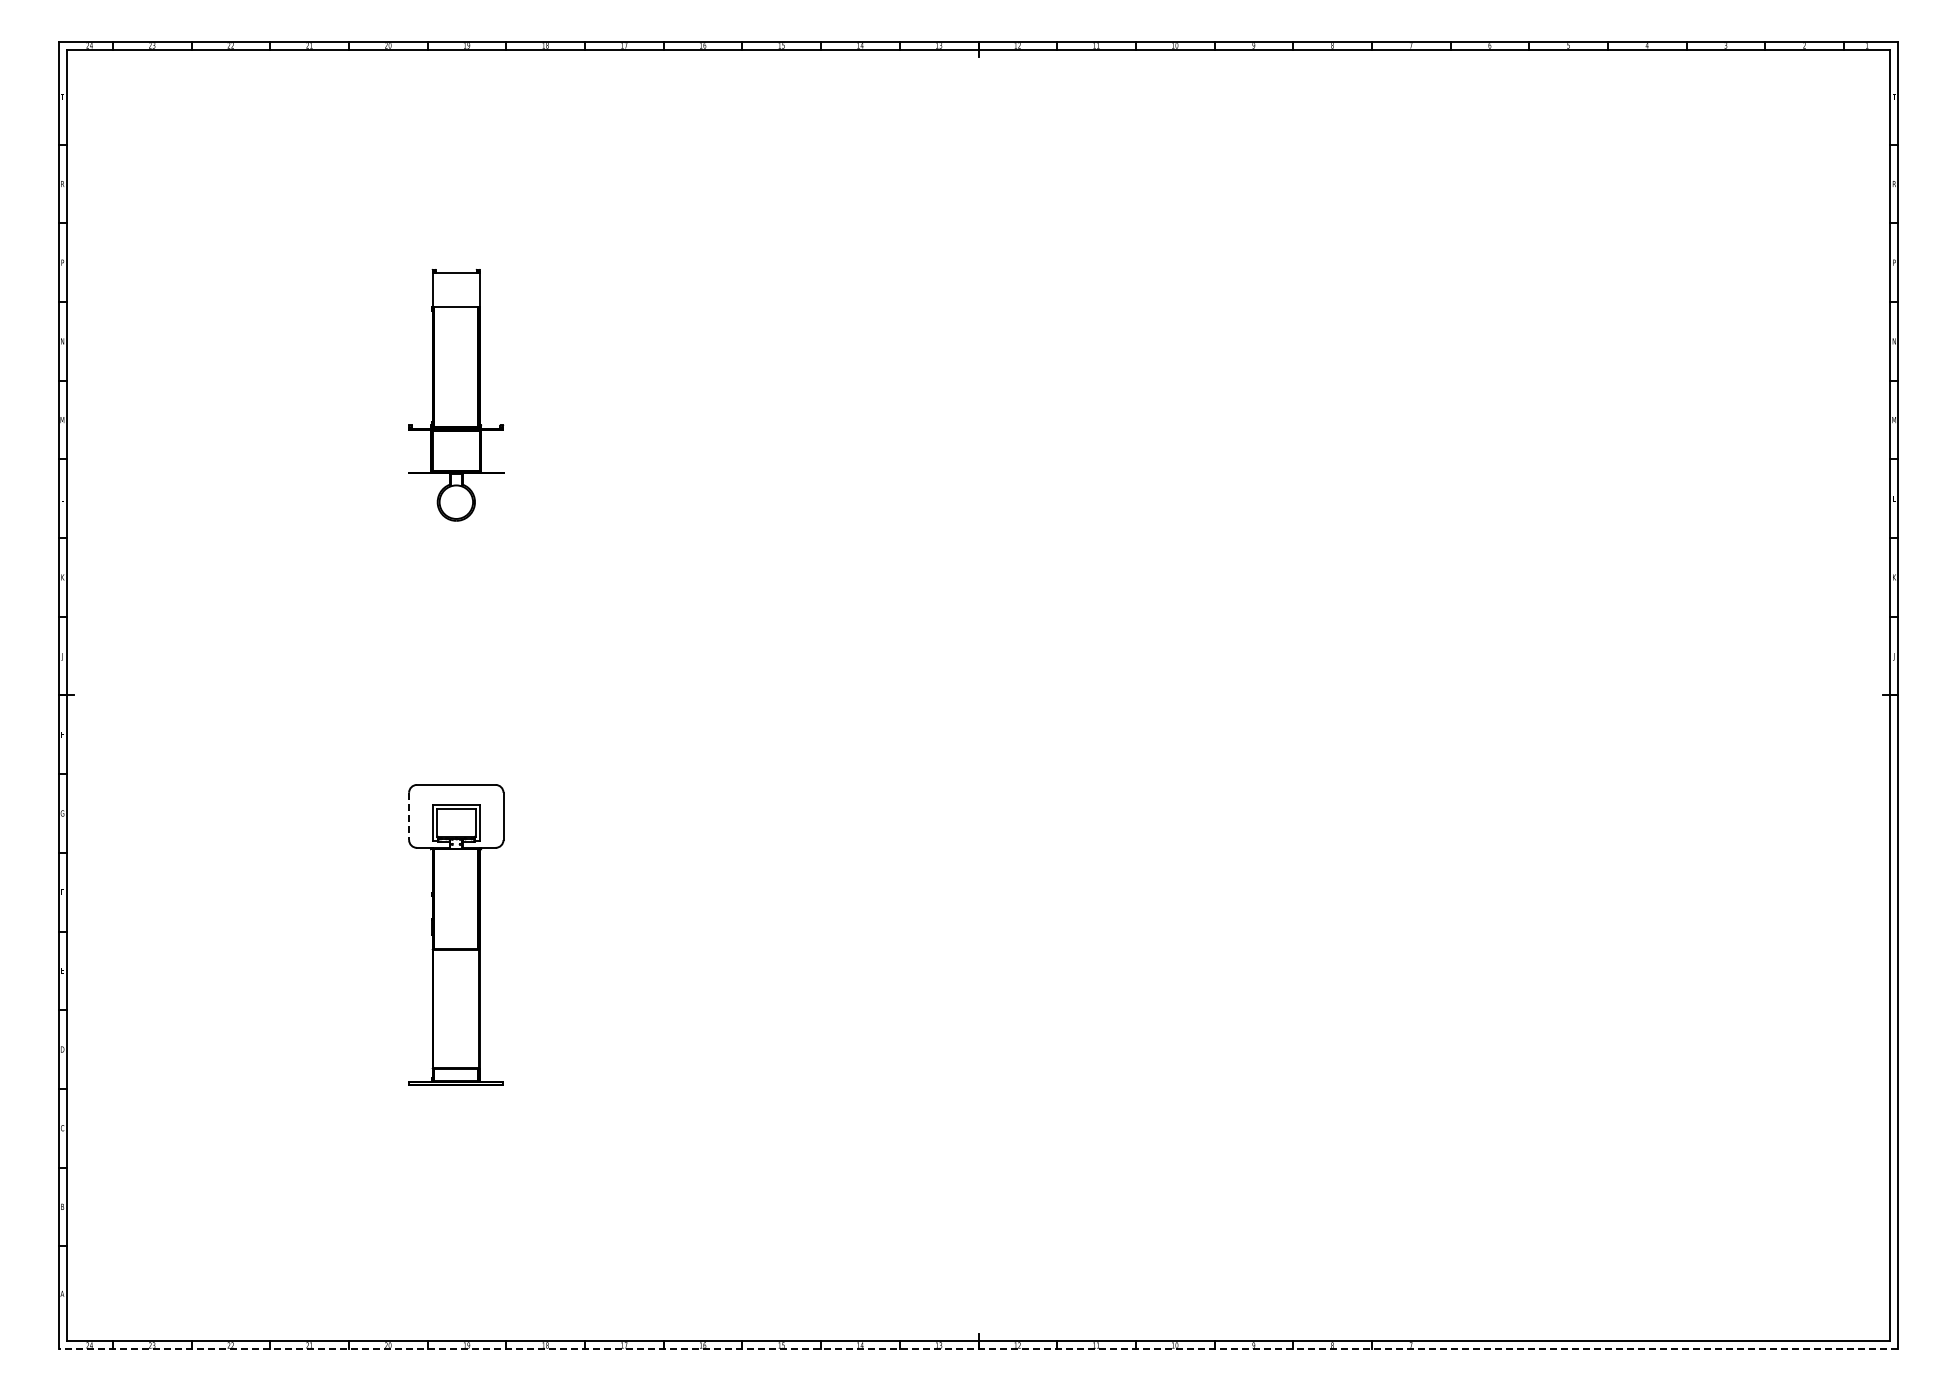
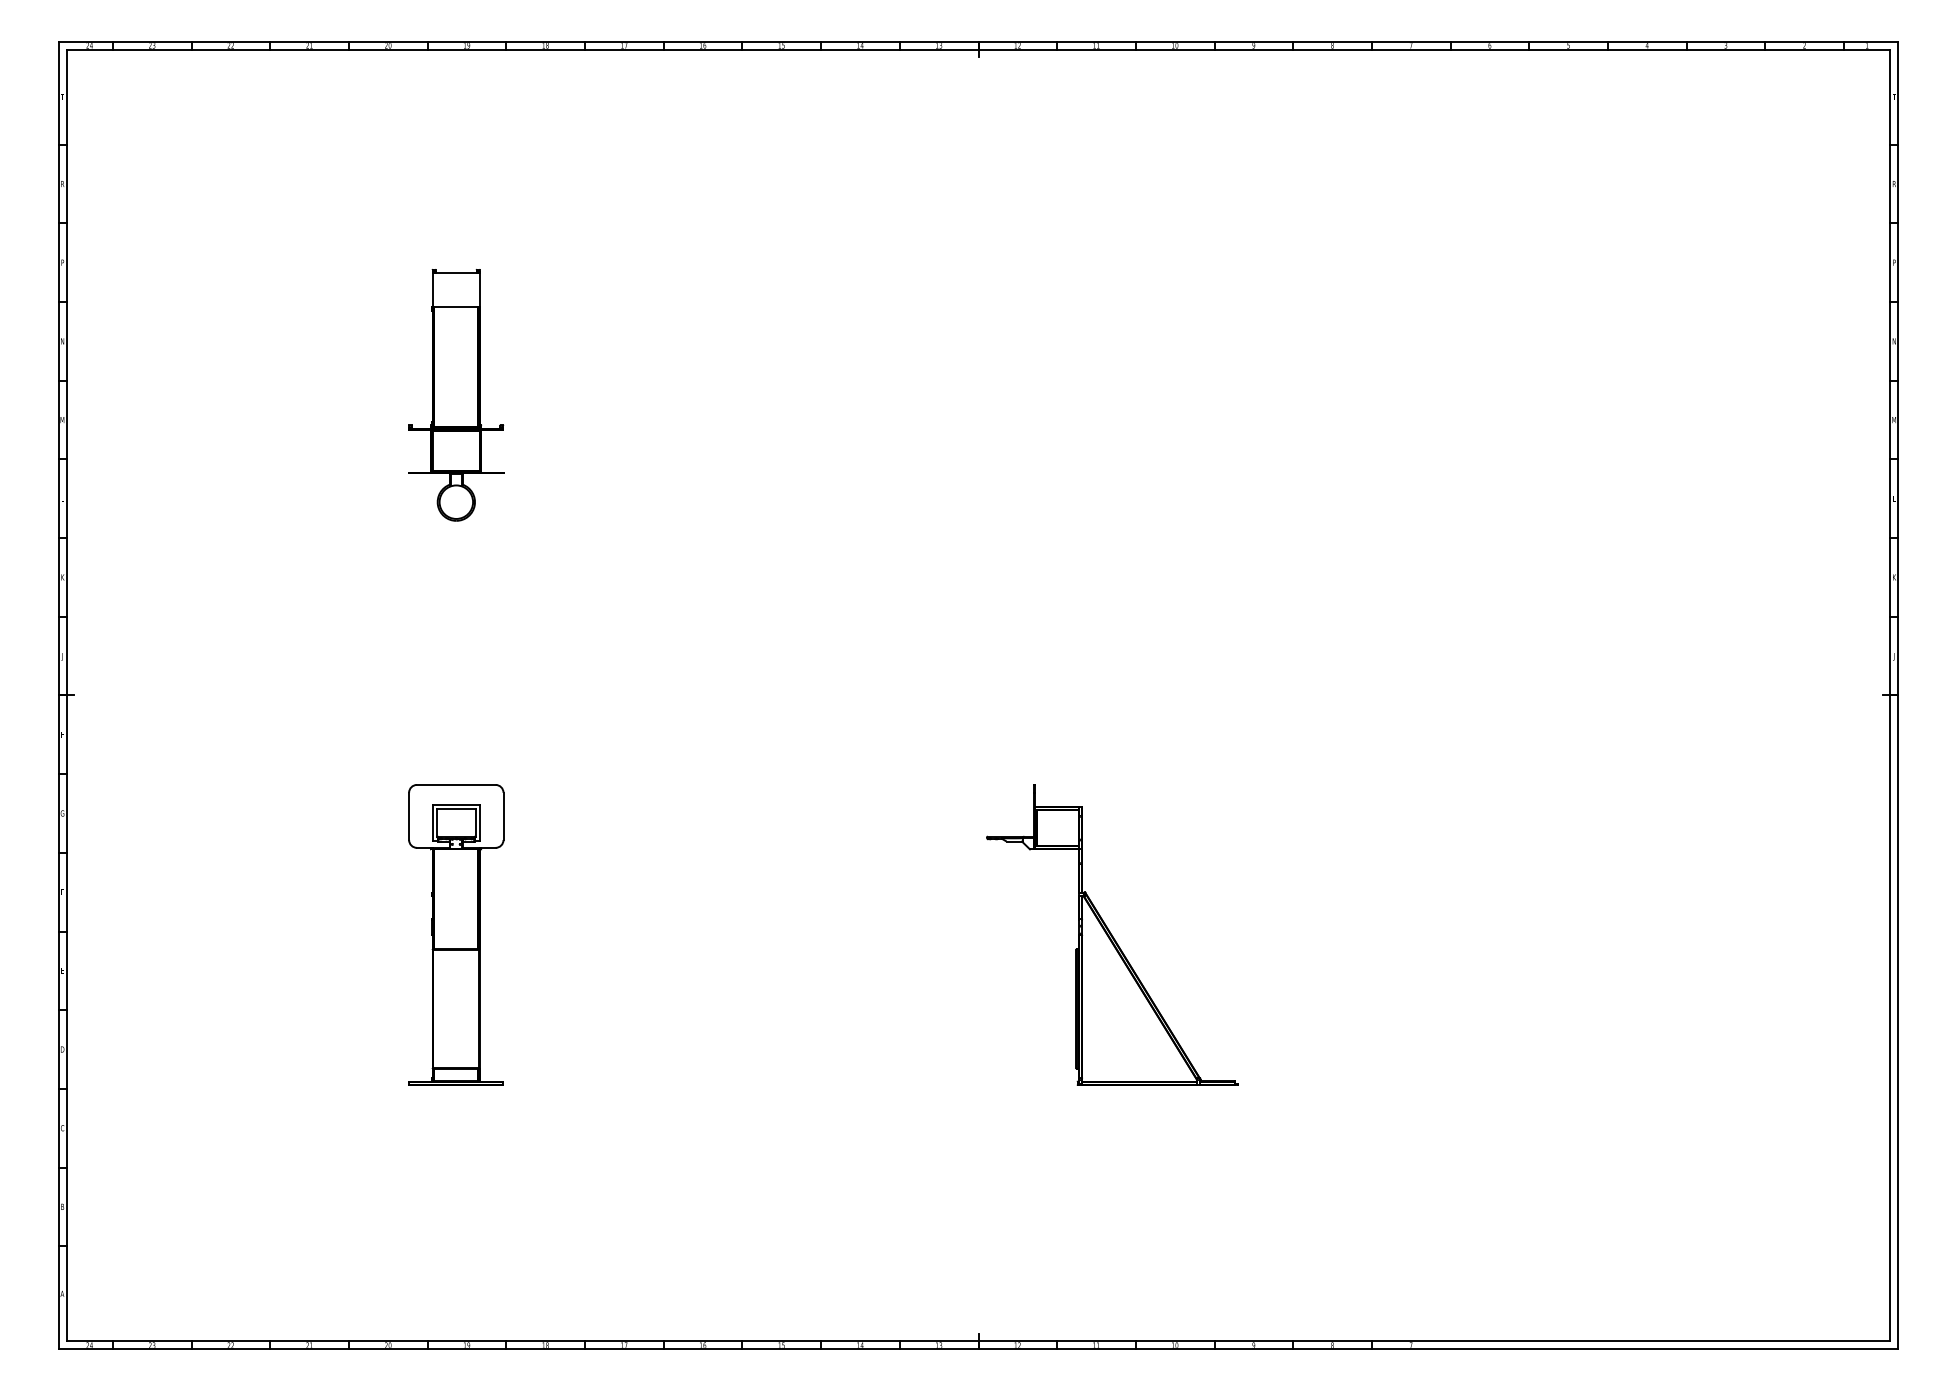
line at (409, 816): dashed -> solid
part at (1112, 934): none -> present
line at (978, 1349): dashed -> solid
